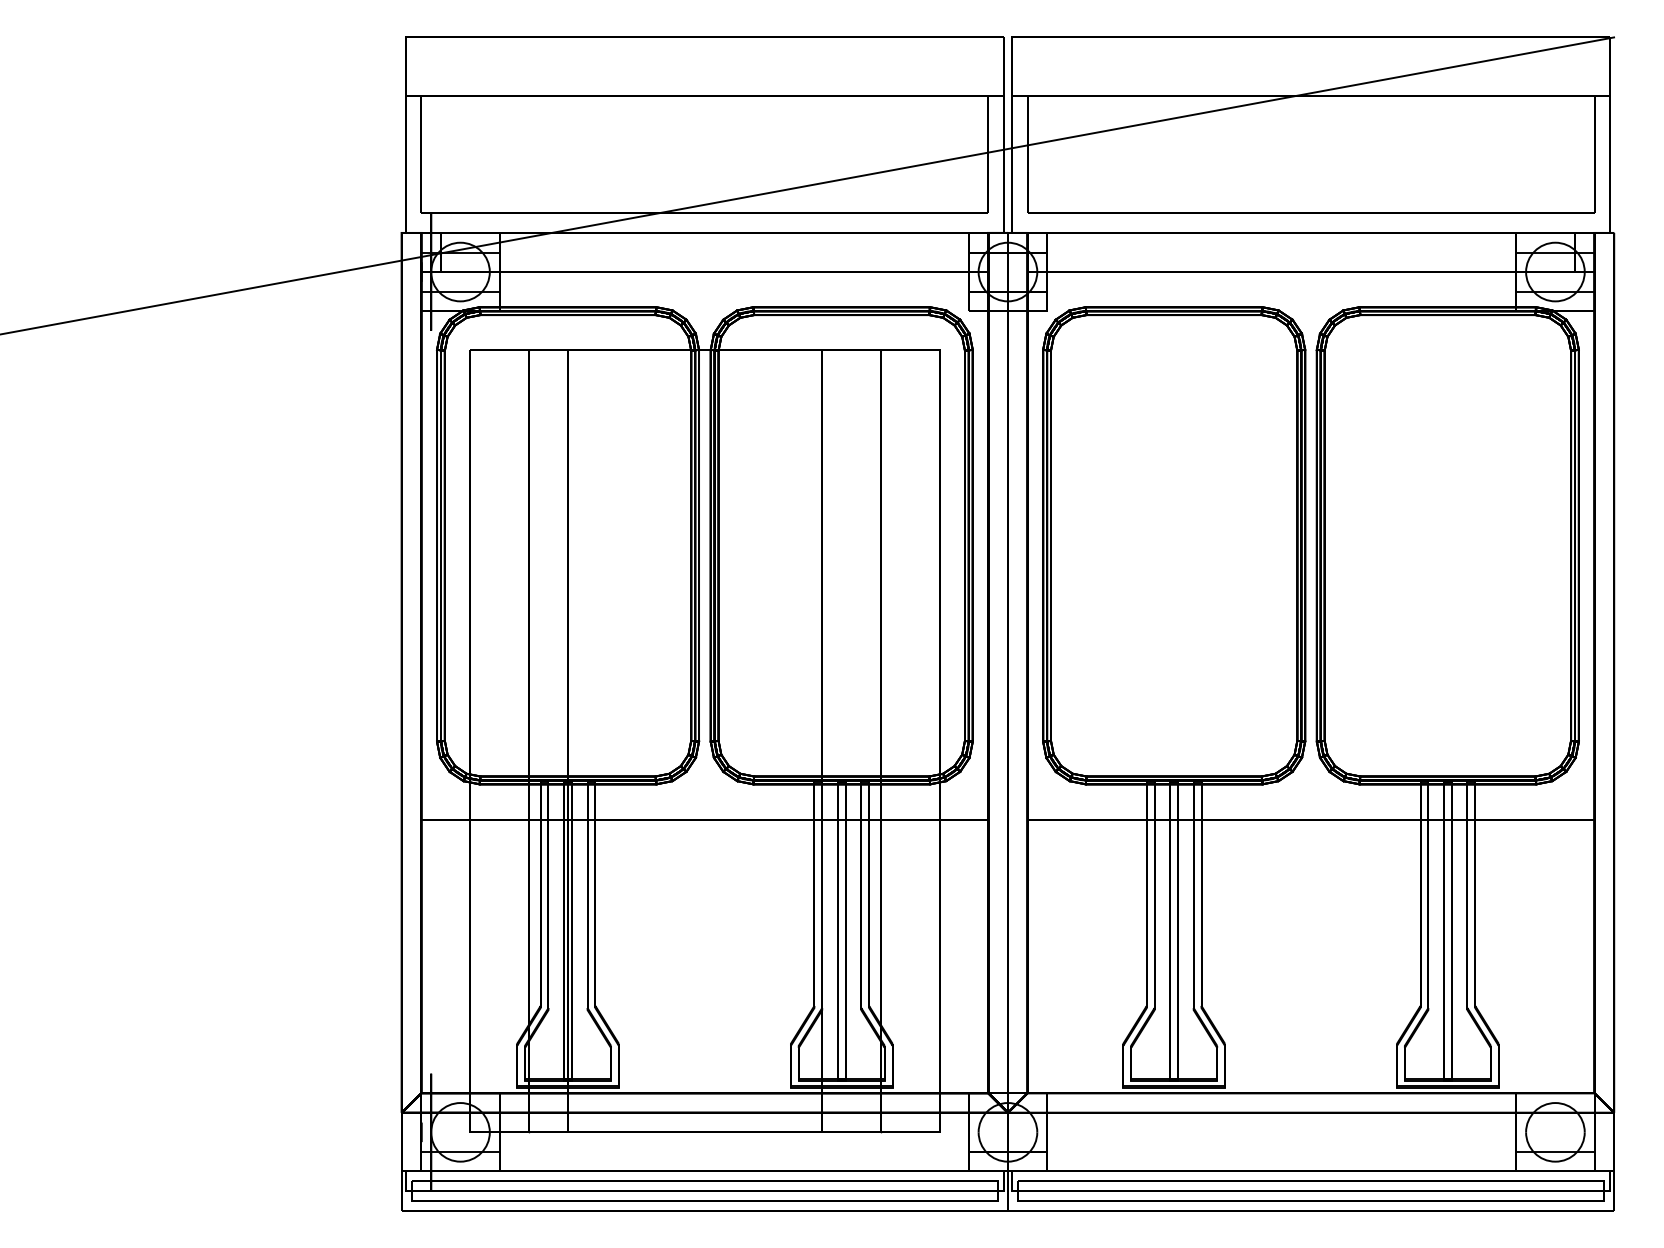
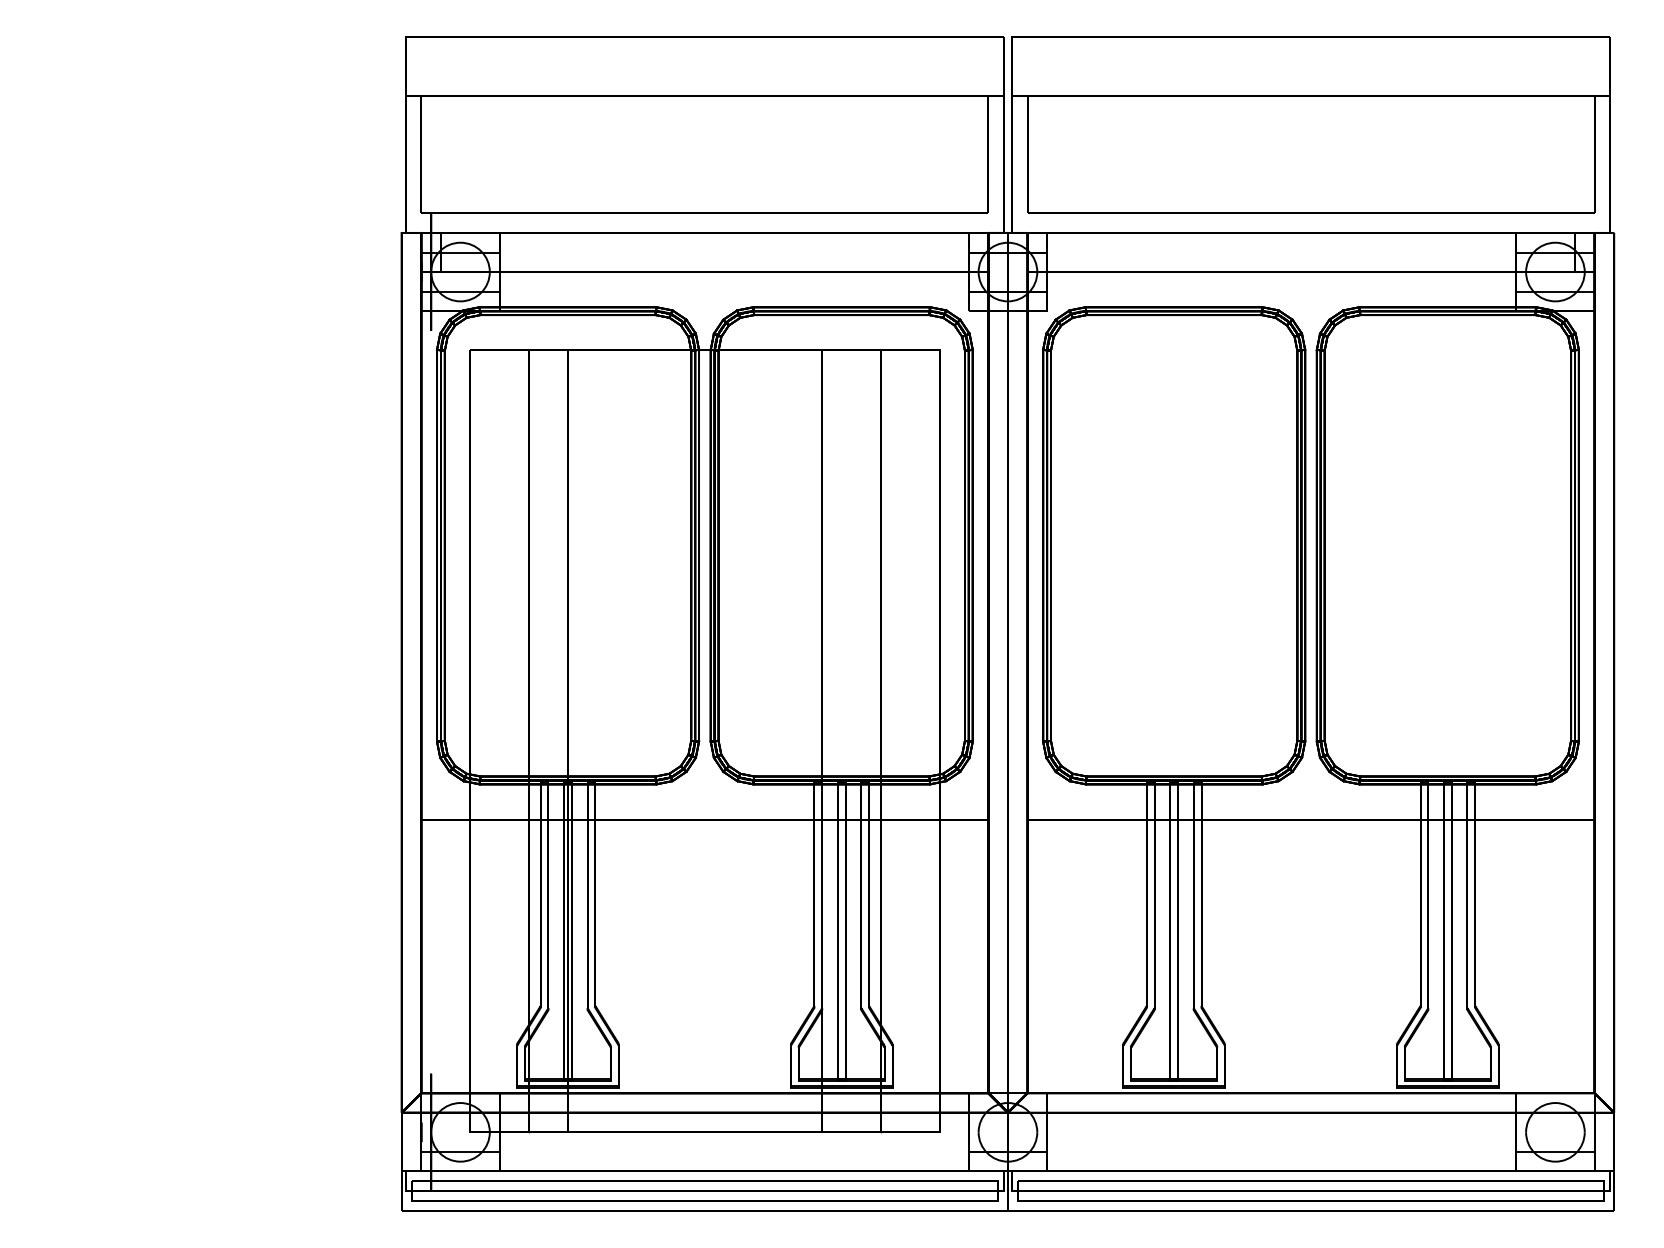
line at (808, 185): present -> none
